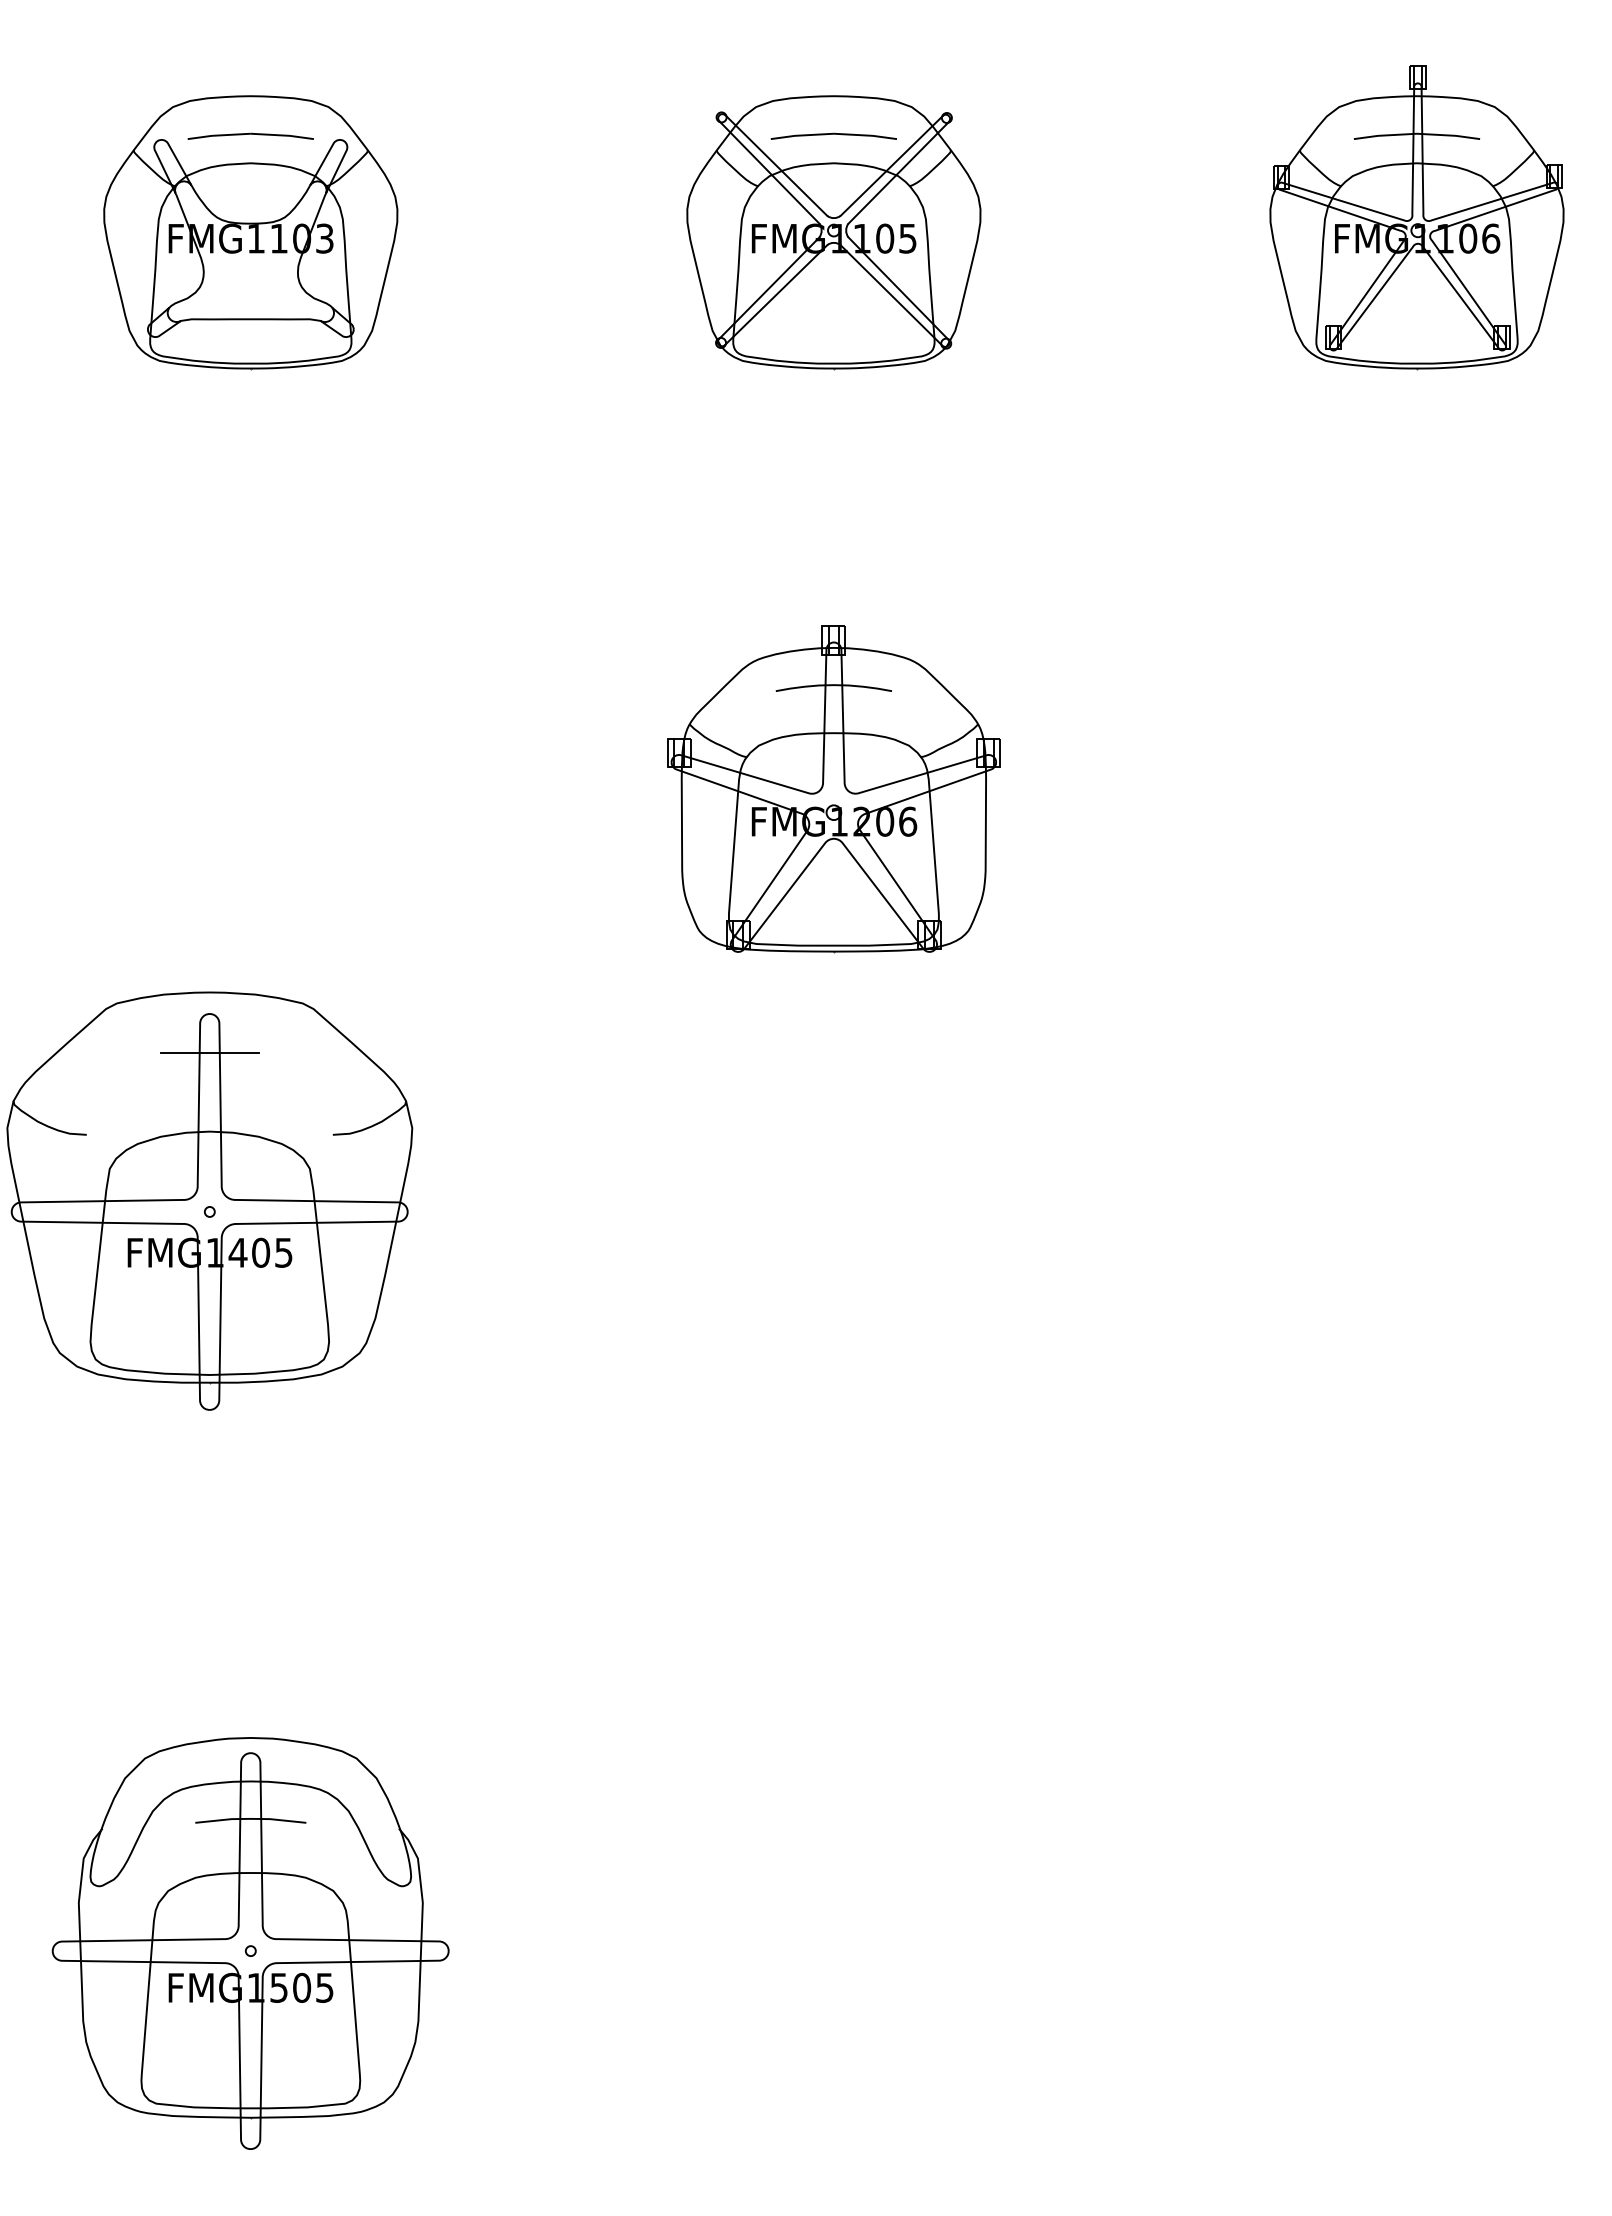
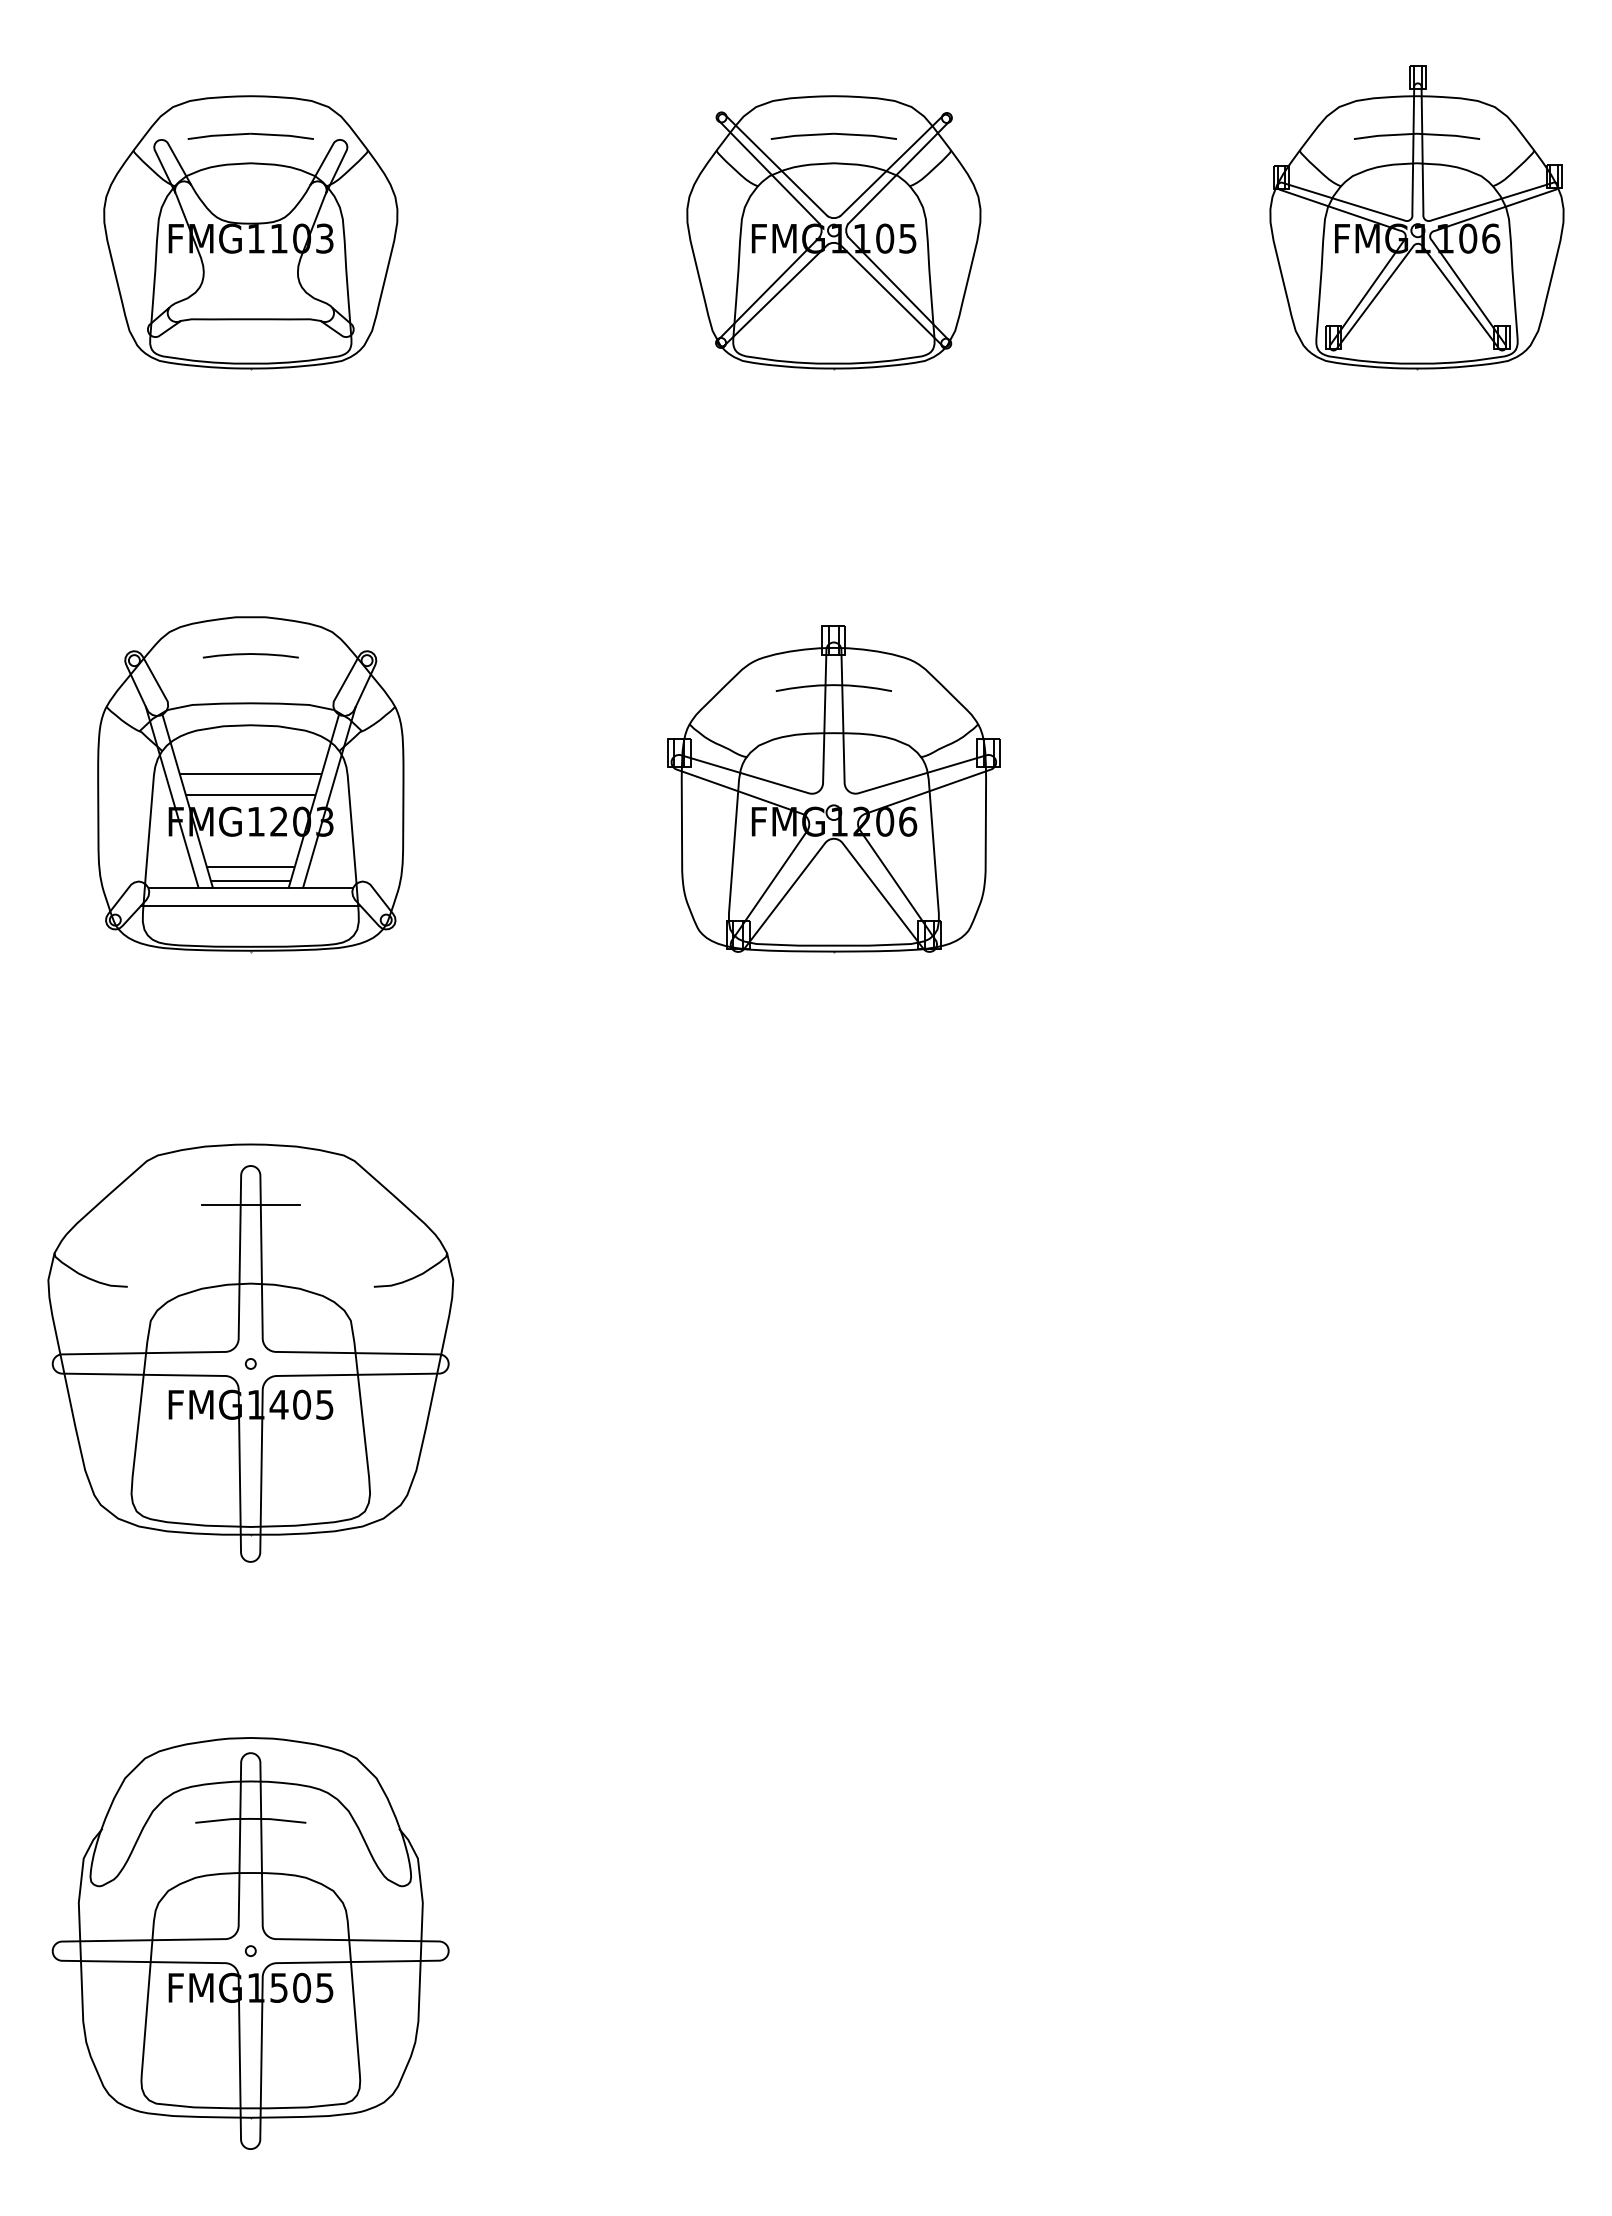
part at (250, 784): none -> present
part at (209, 1200) position: (209, 1200) -> (250, 1352)
